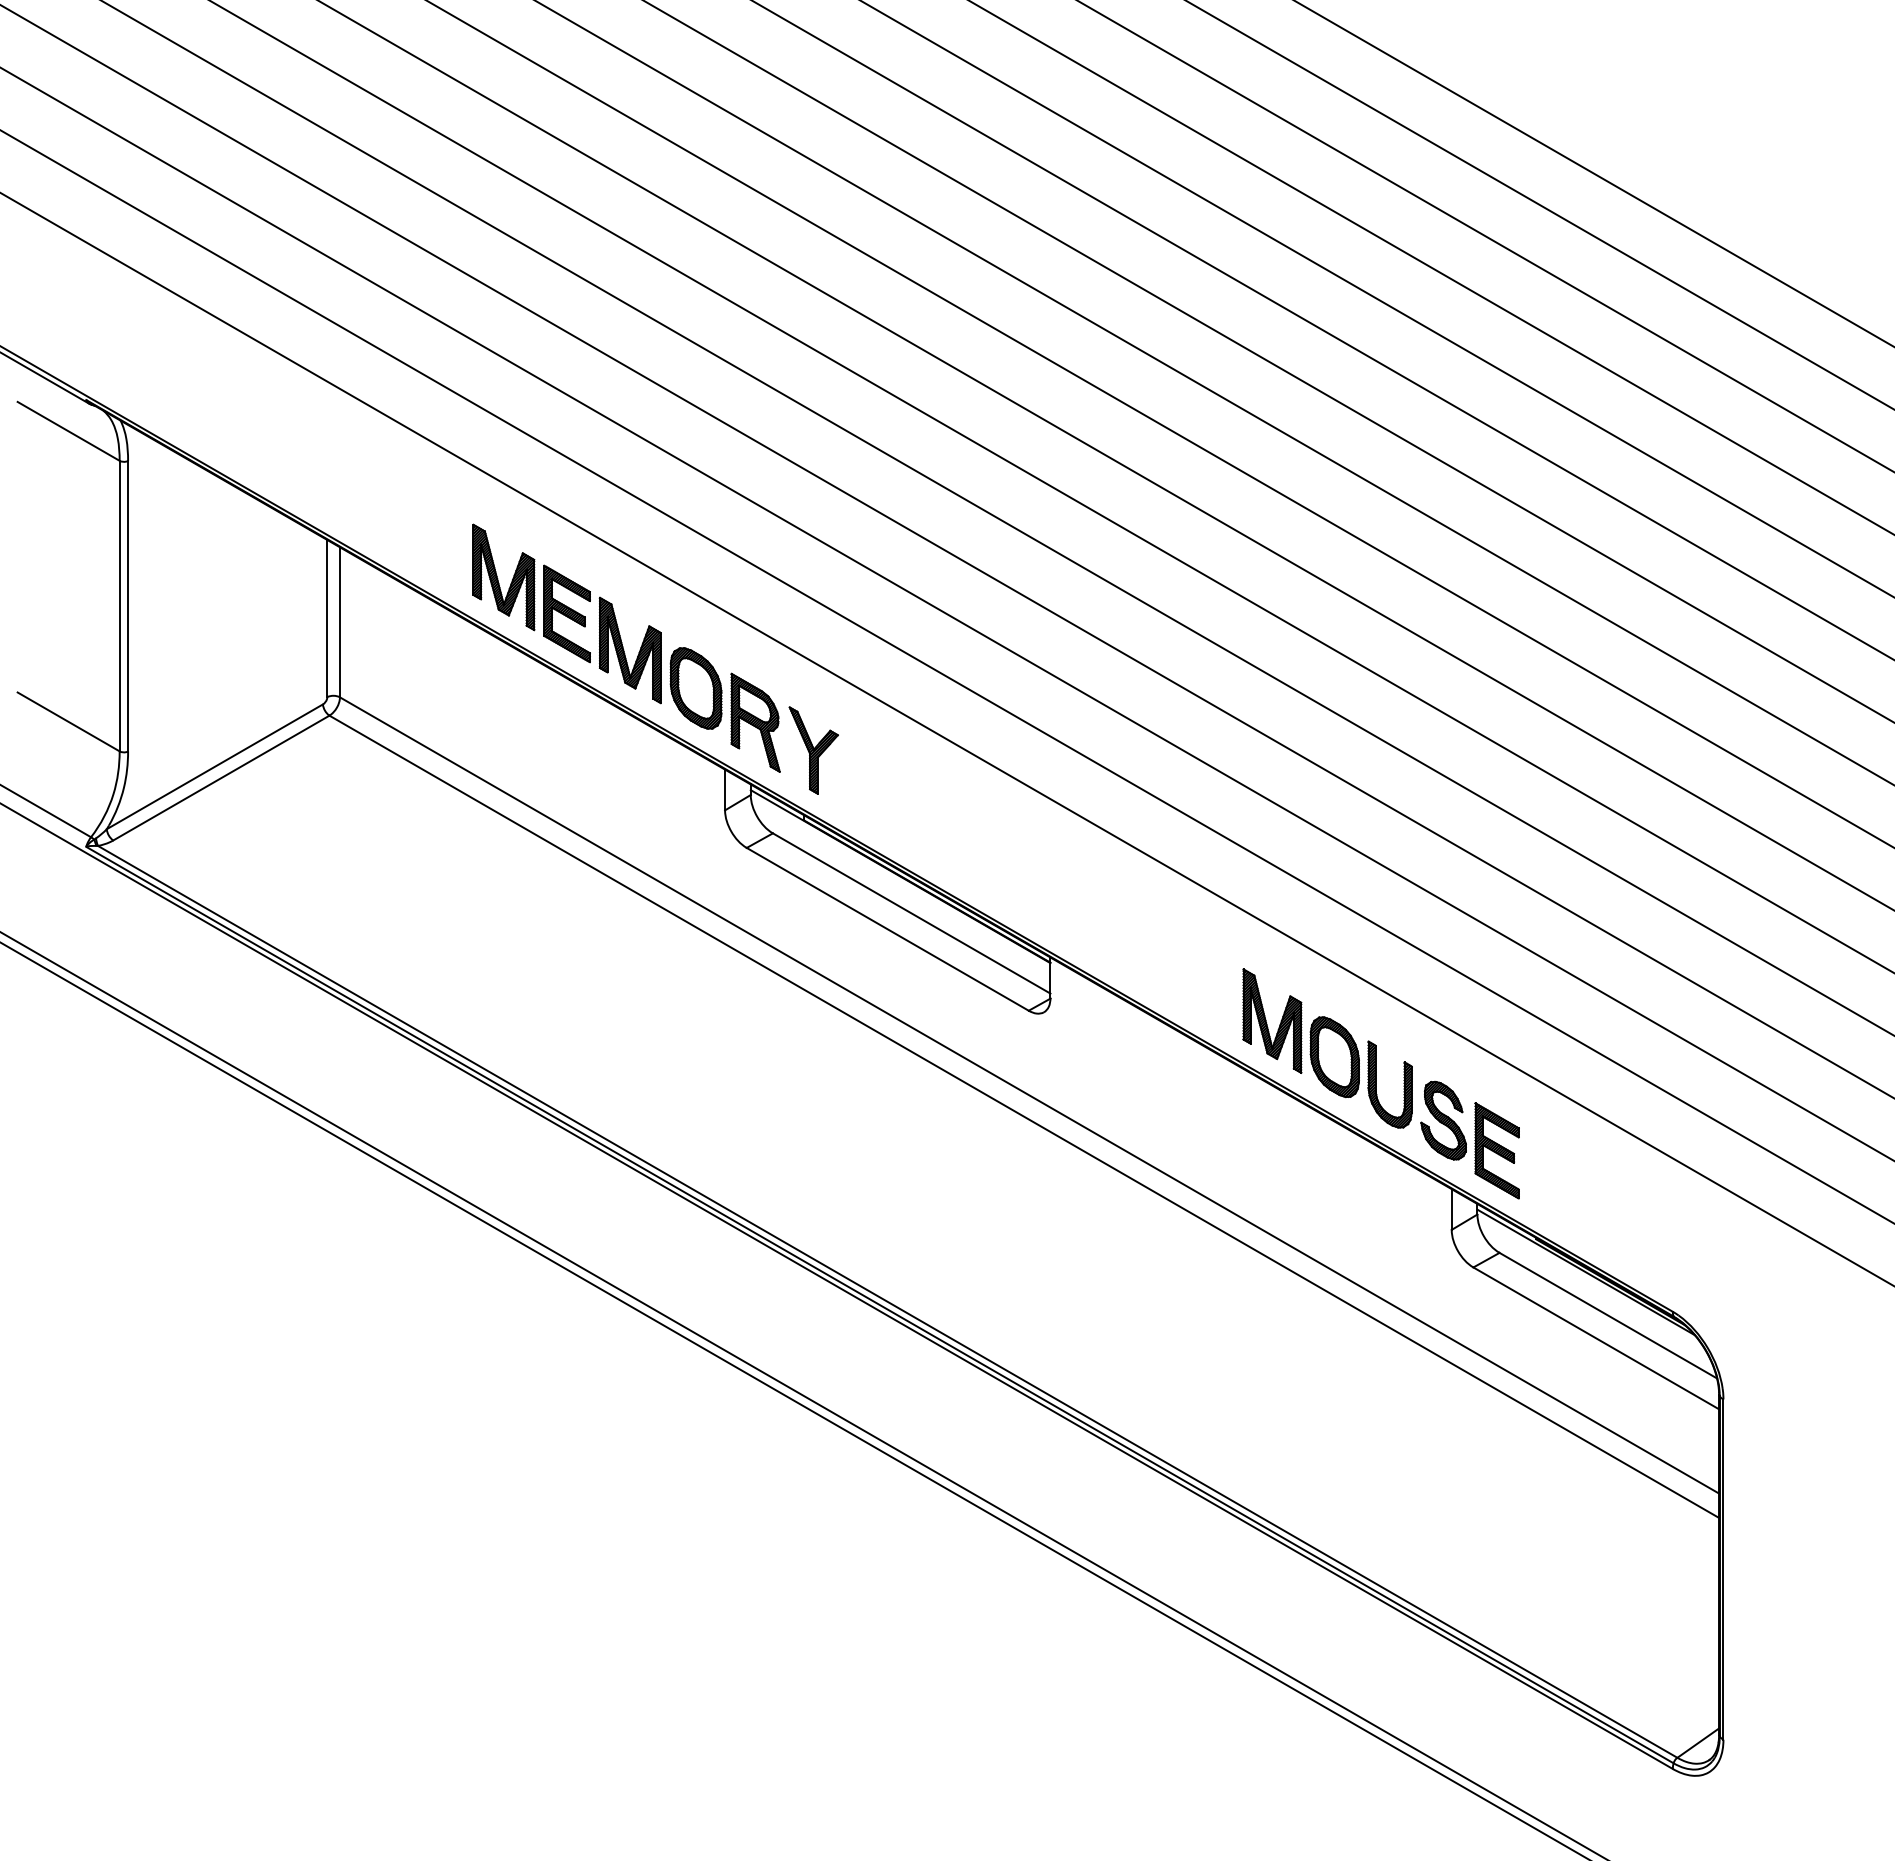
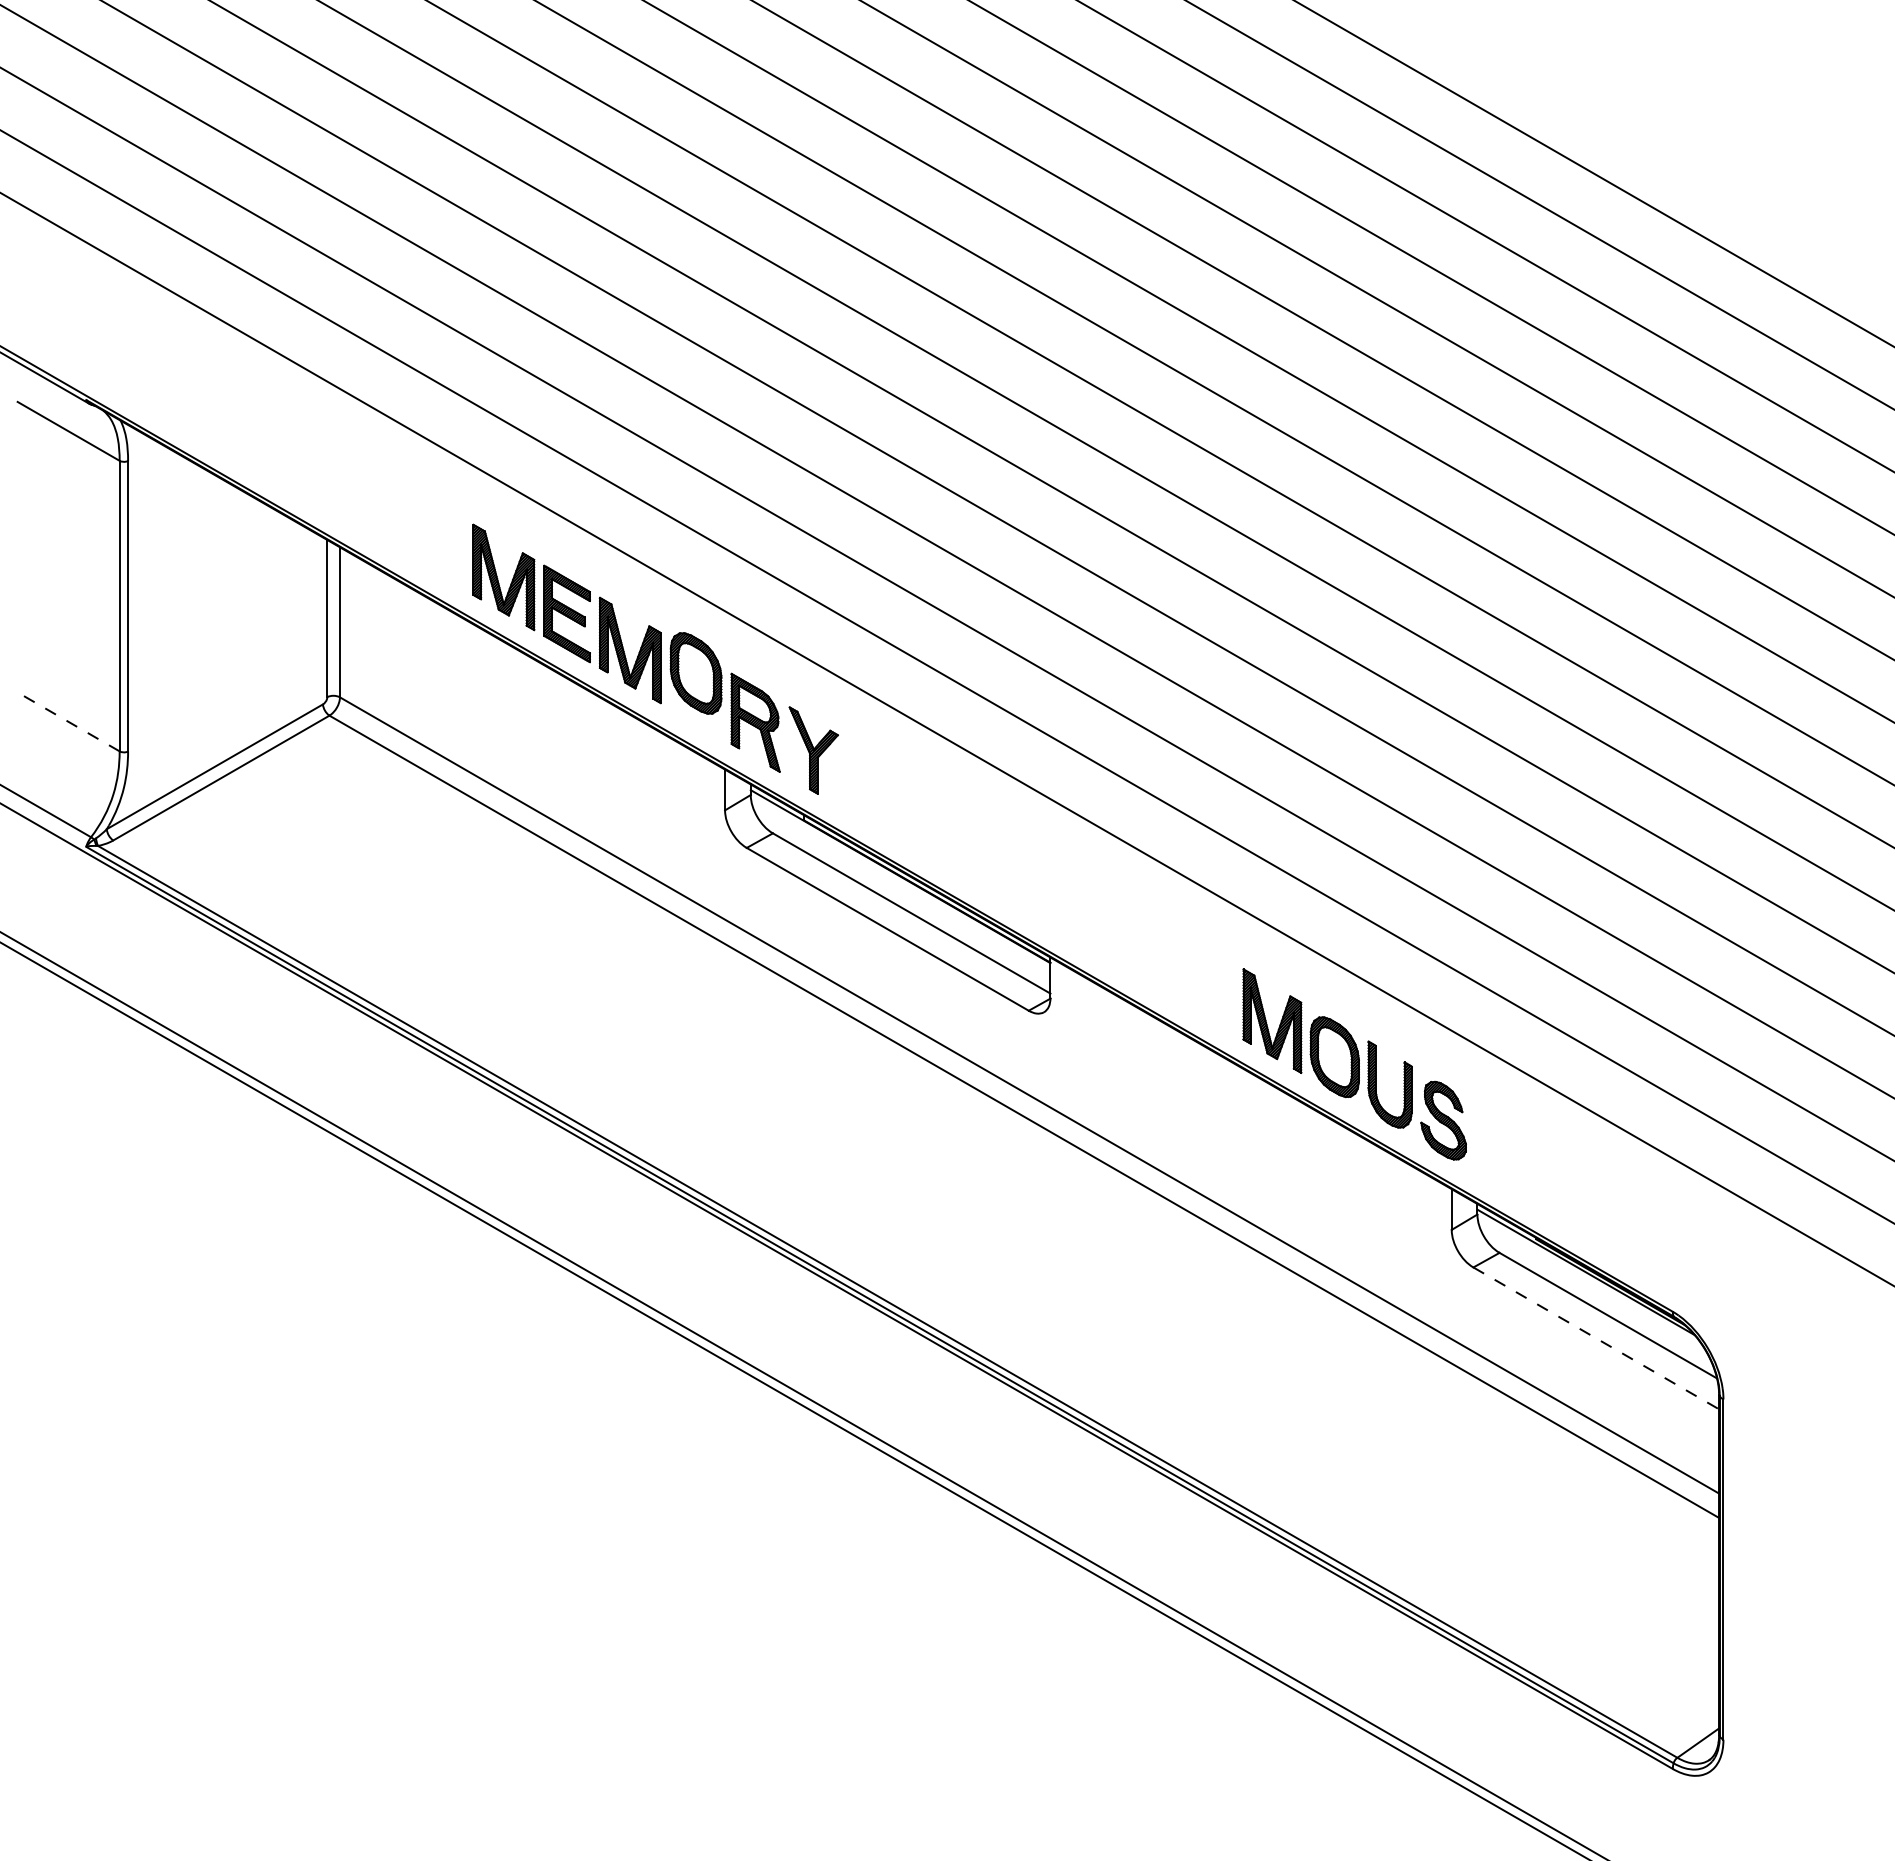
part at (695, 688) position: (695, 688) -> (695, 673)
line at (68, 721): solid -> dashed
part at (1496, 1150): present -> none
line at (1596, 1338): solid -> dashed
